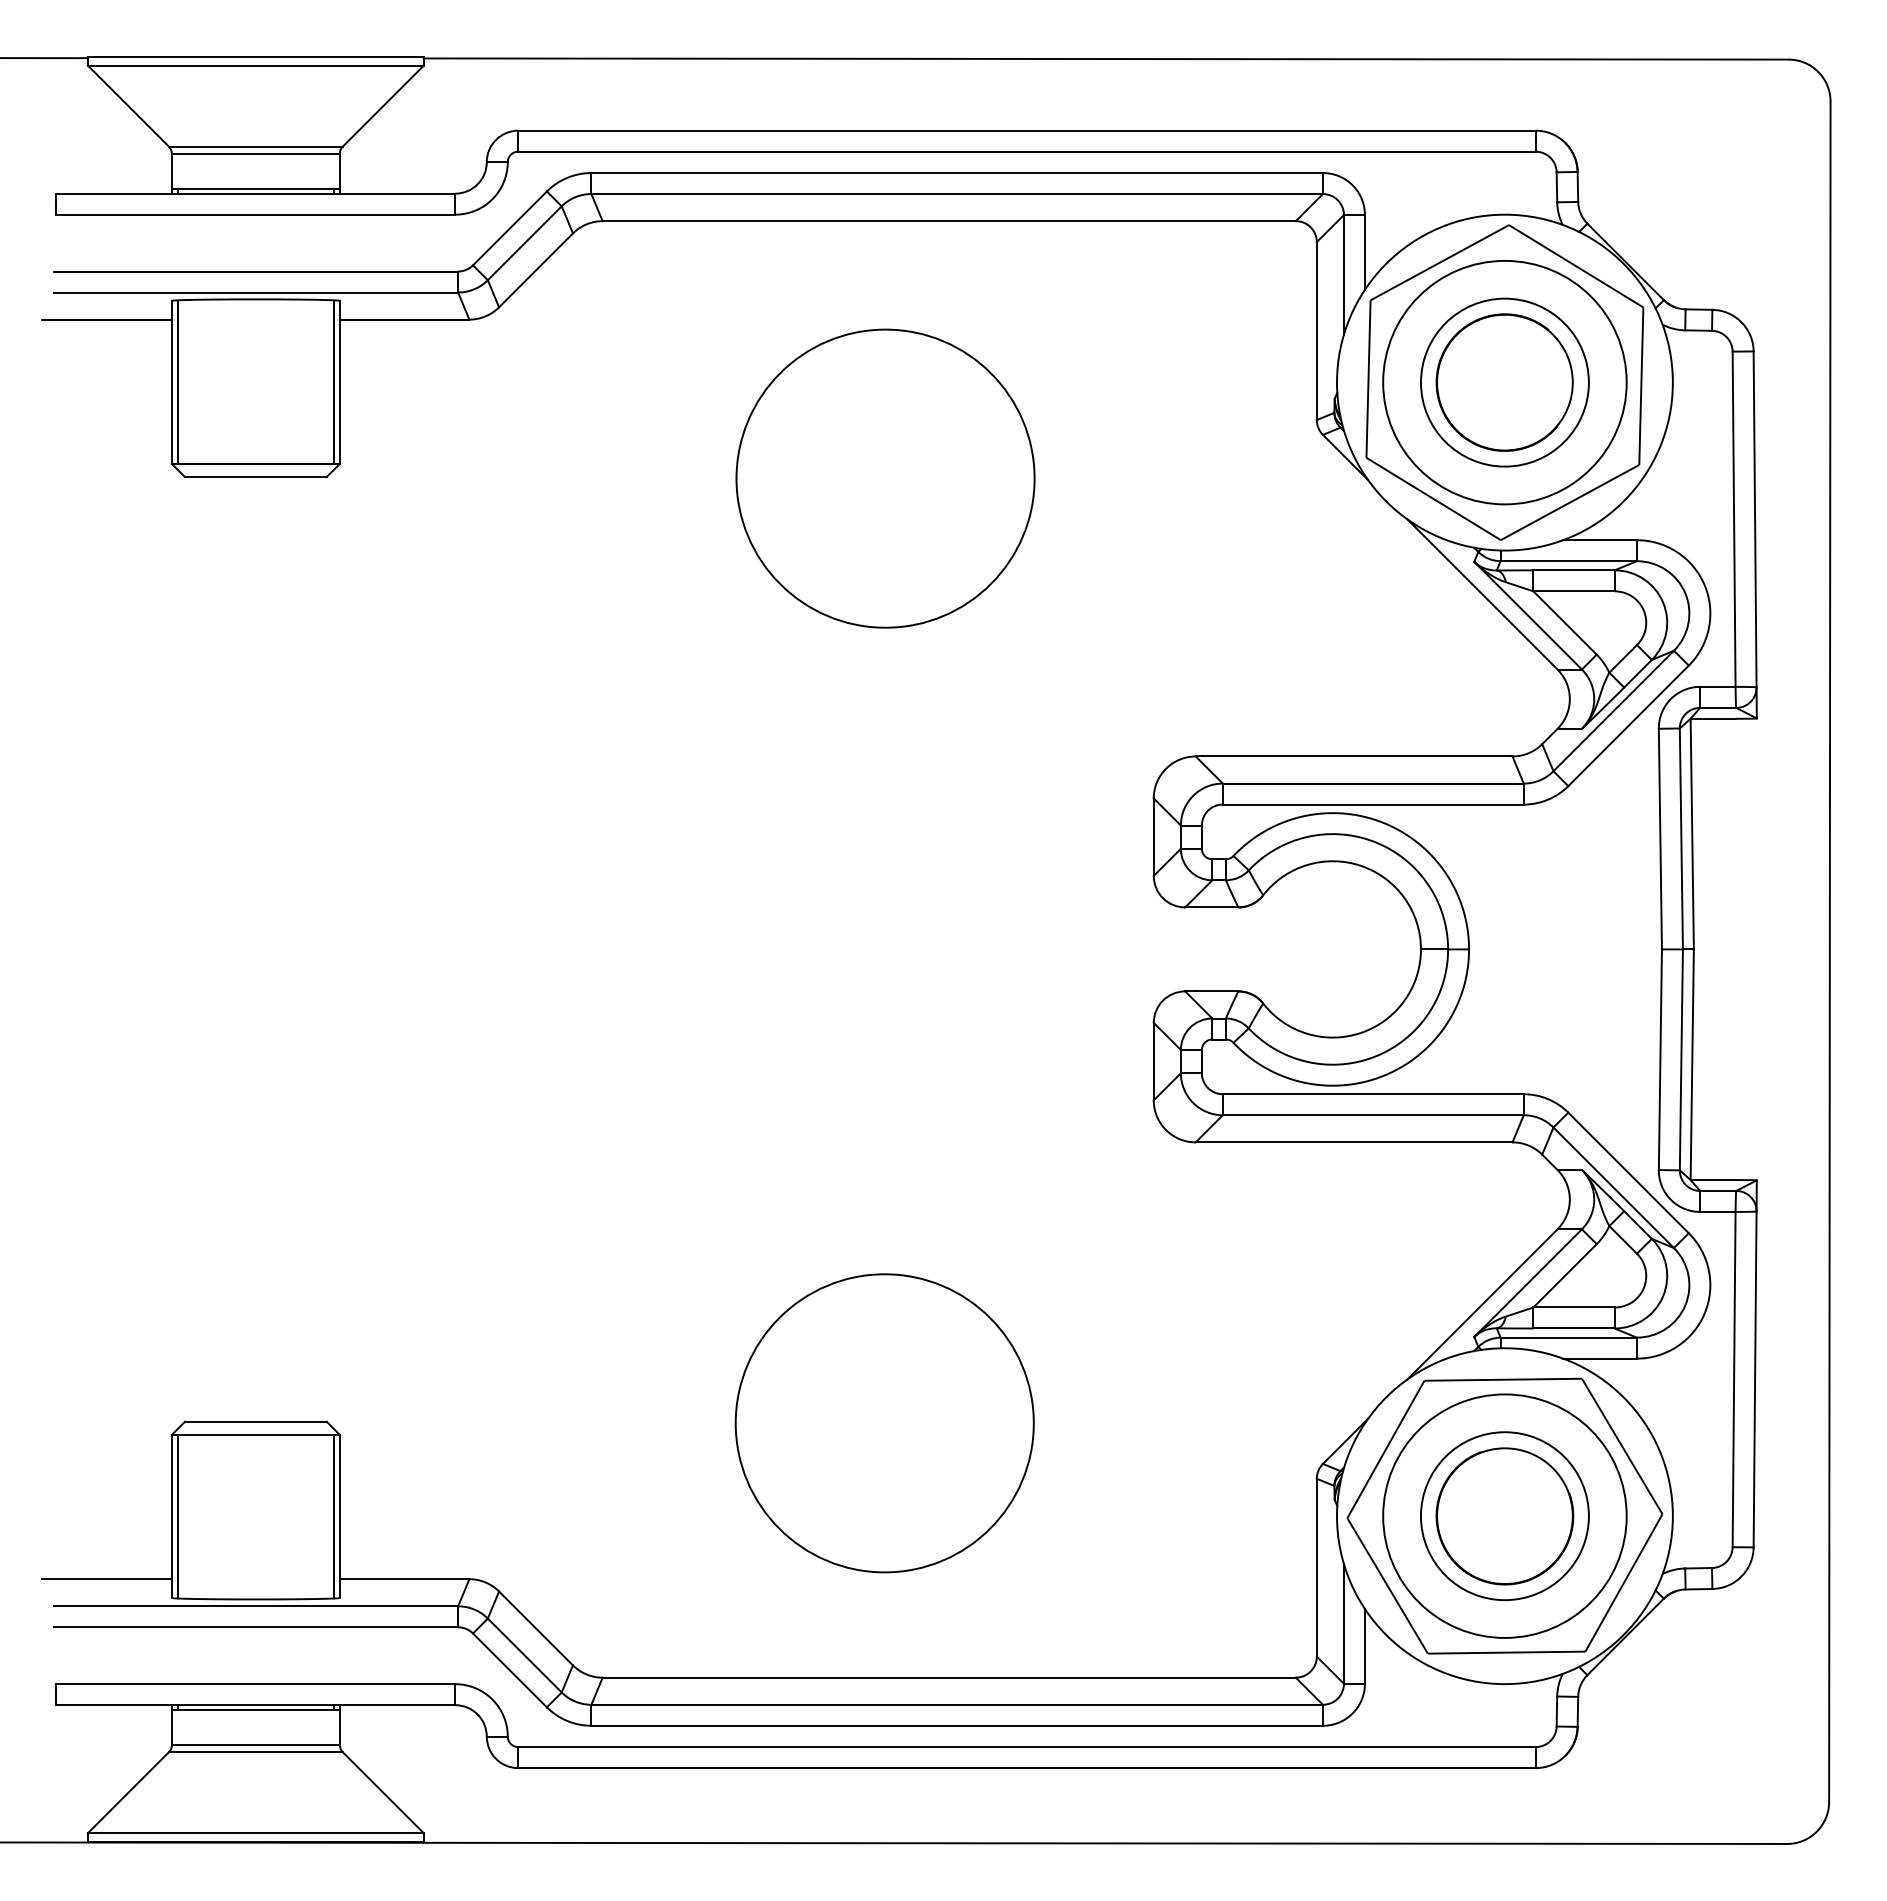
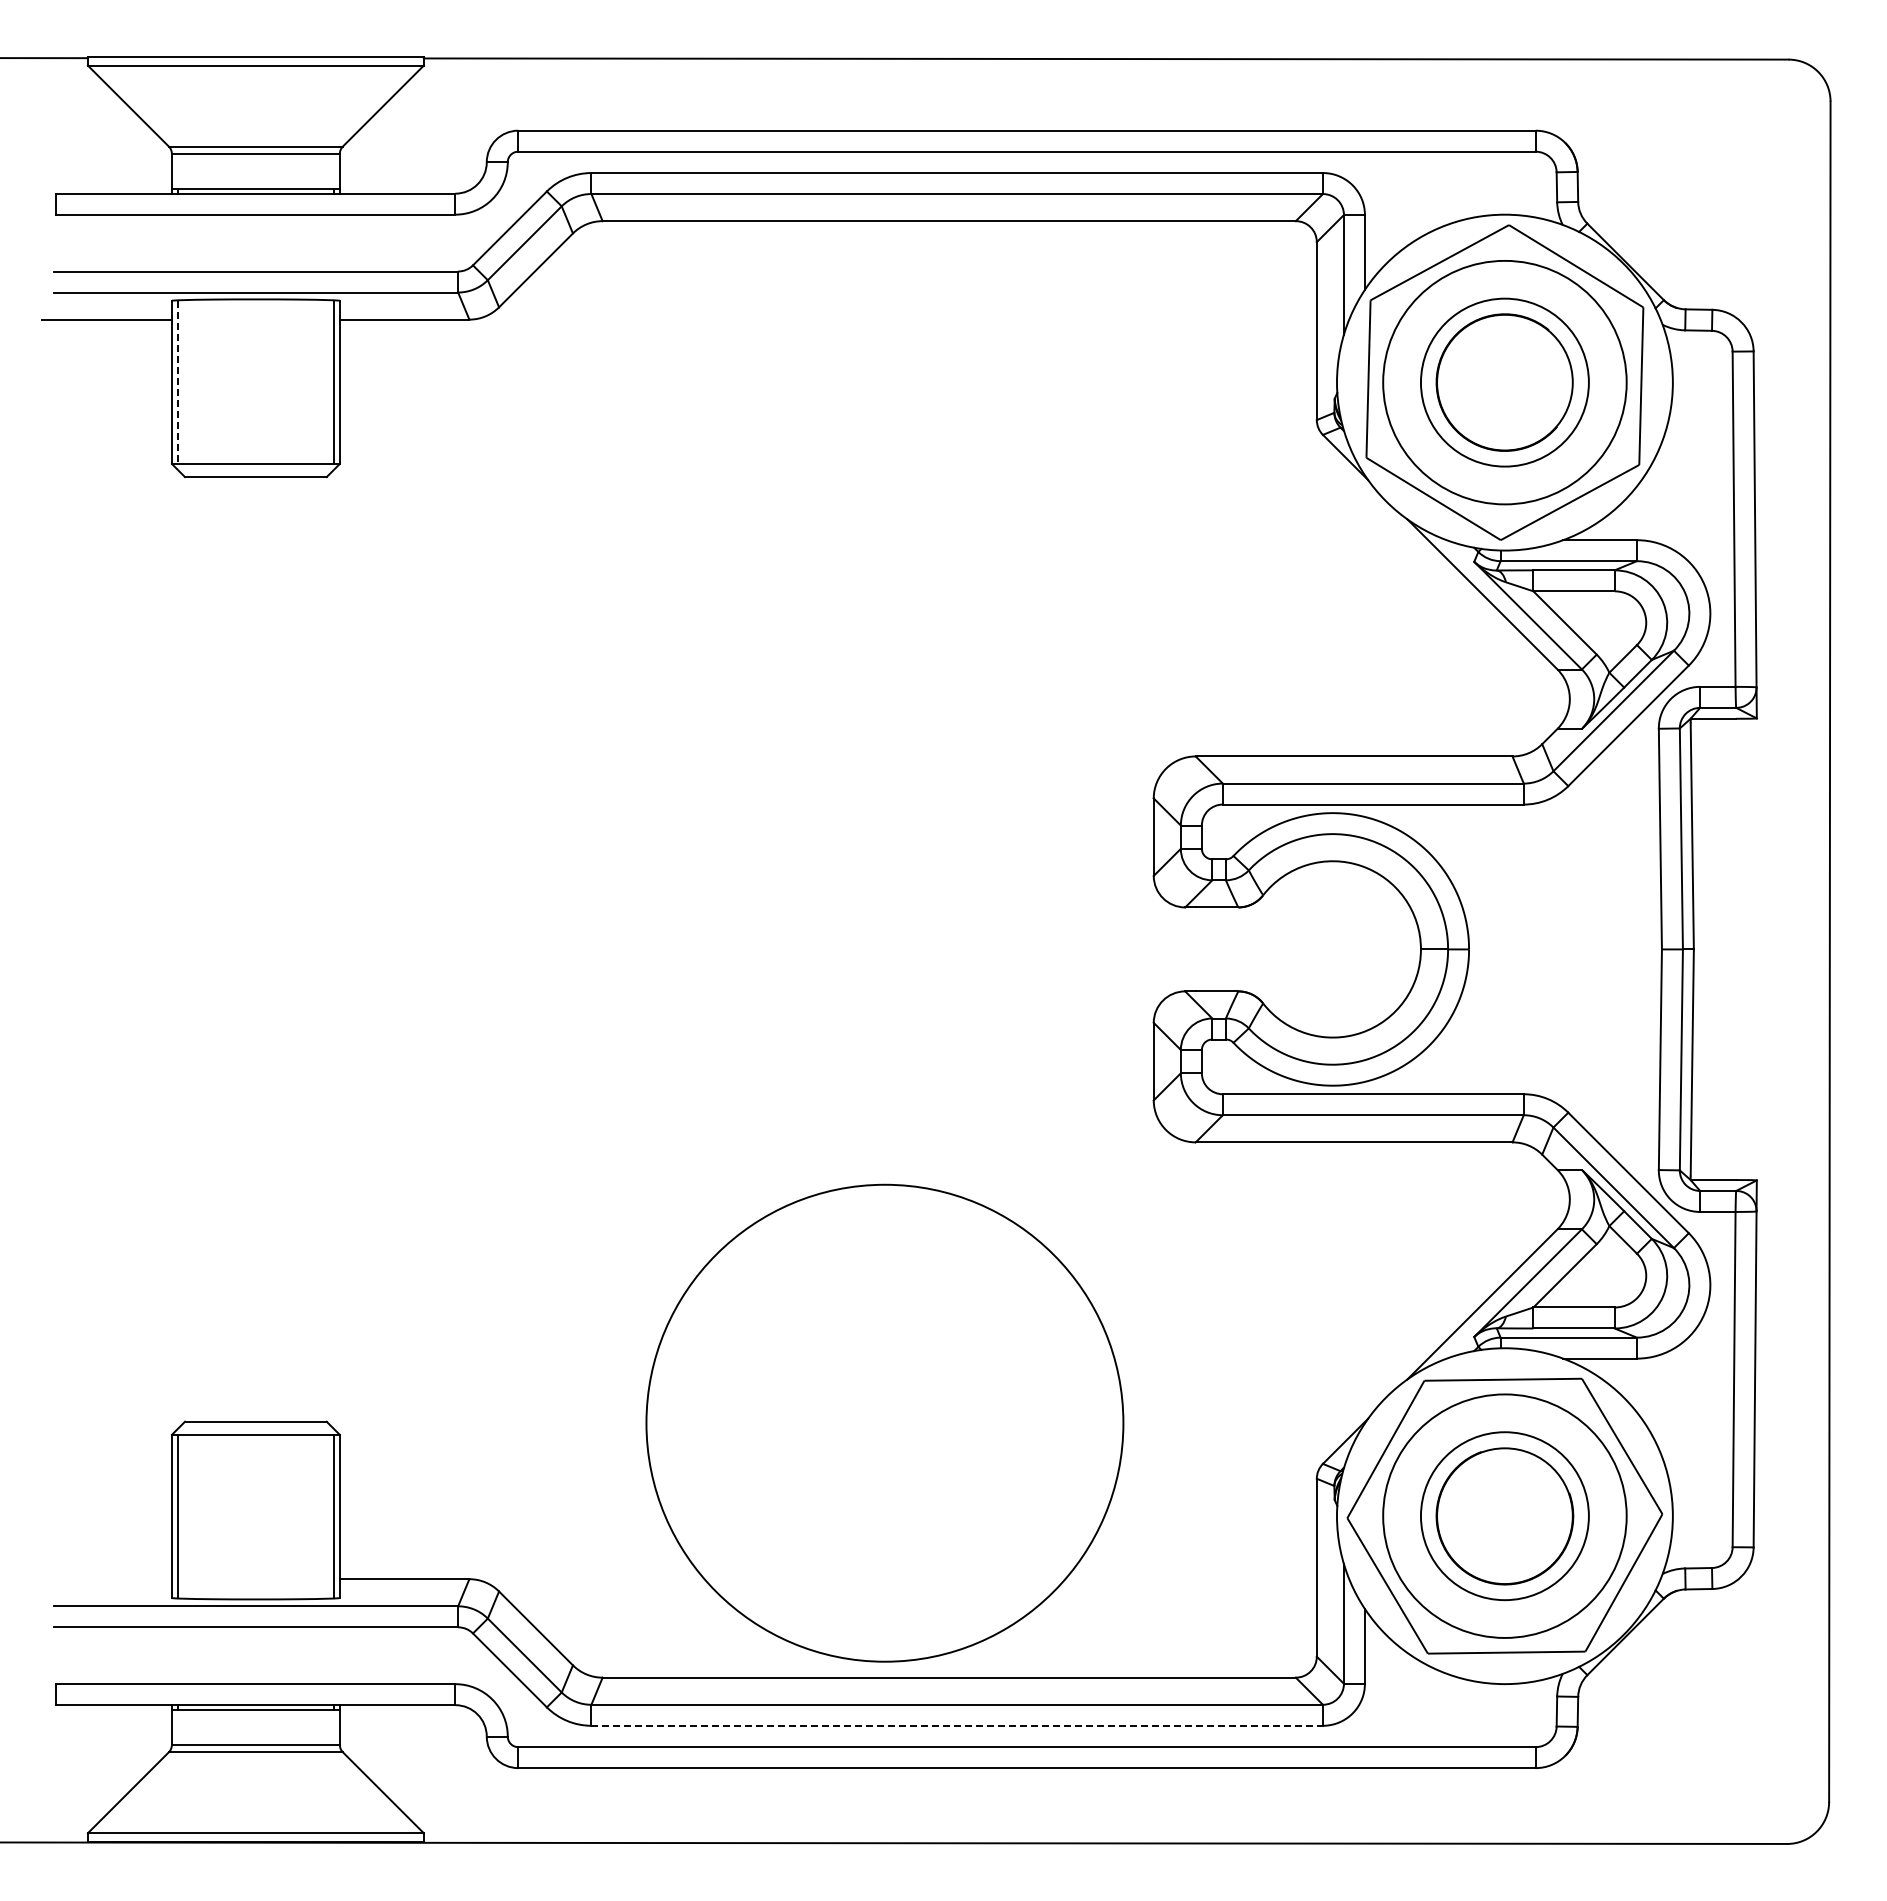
line at (178, 382): solid -> dashed
circle at (885, 478): present -> none
circle at (884, 1423) size: 301x301 px -> 480x480 px
line at (106, 1579): present -> none
line at (957, 1725): solid -> dashed
